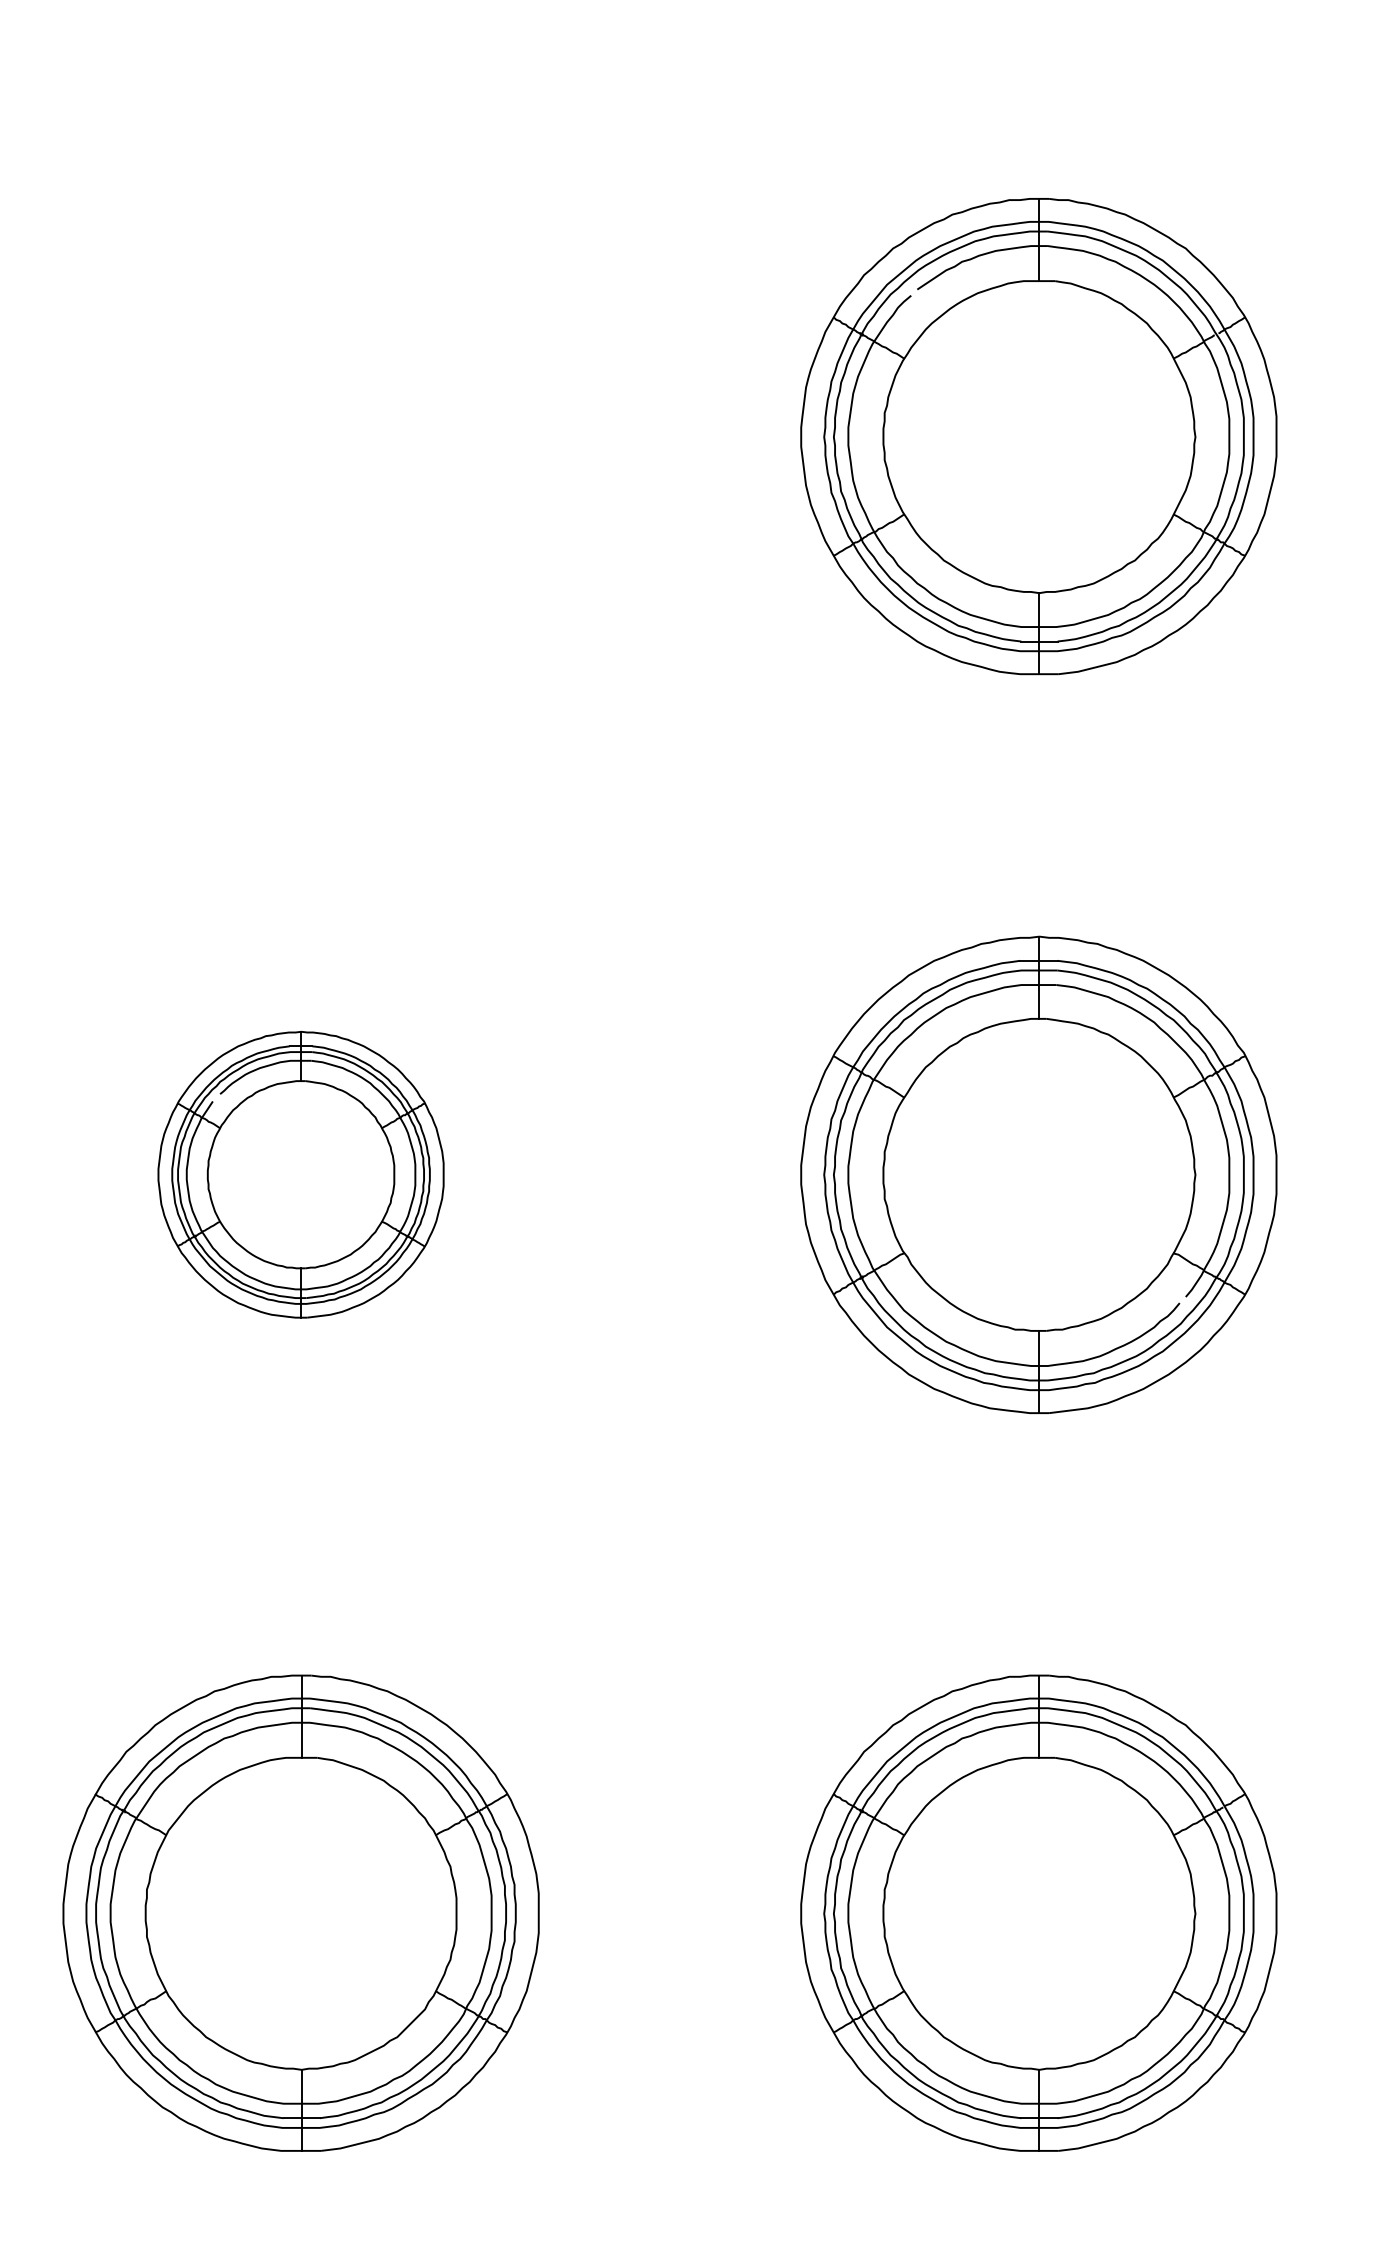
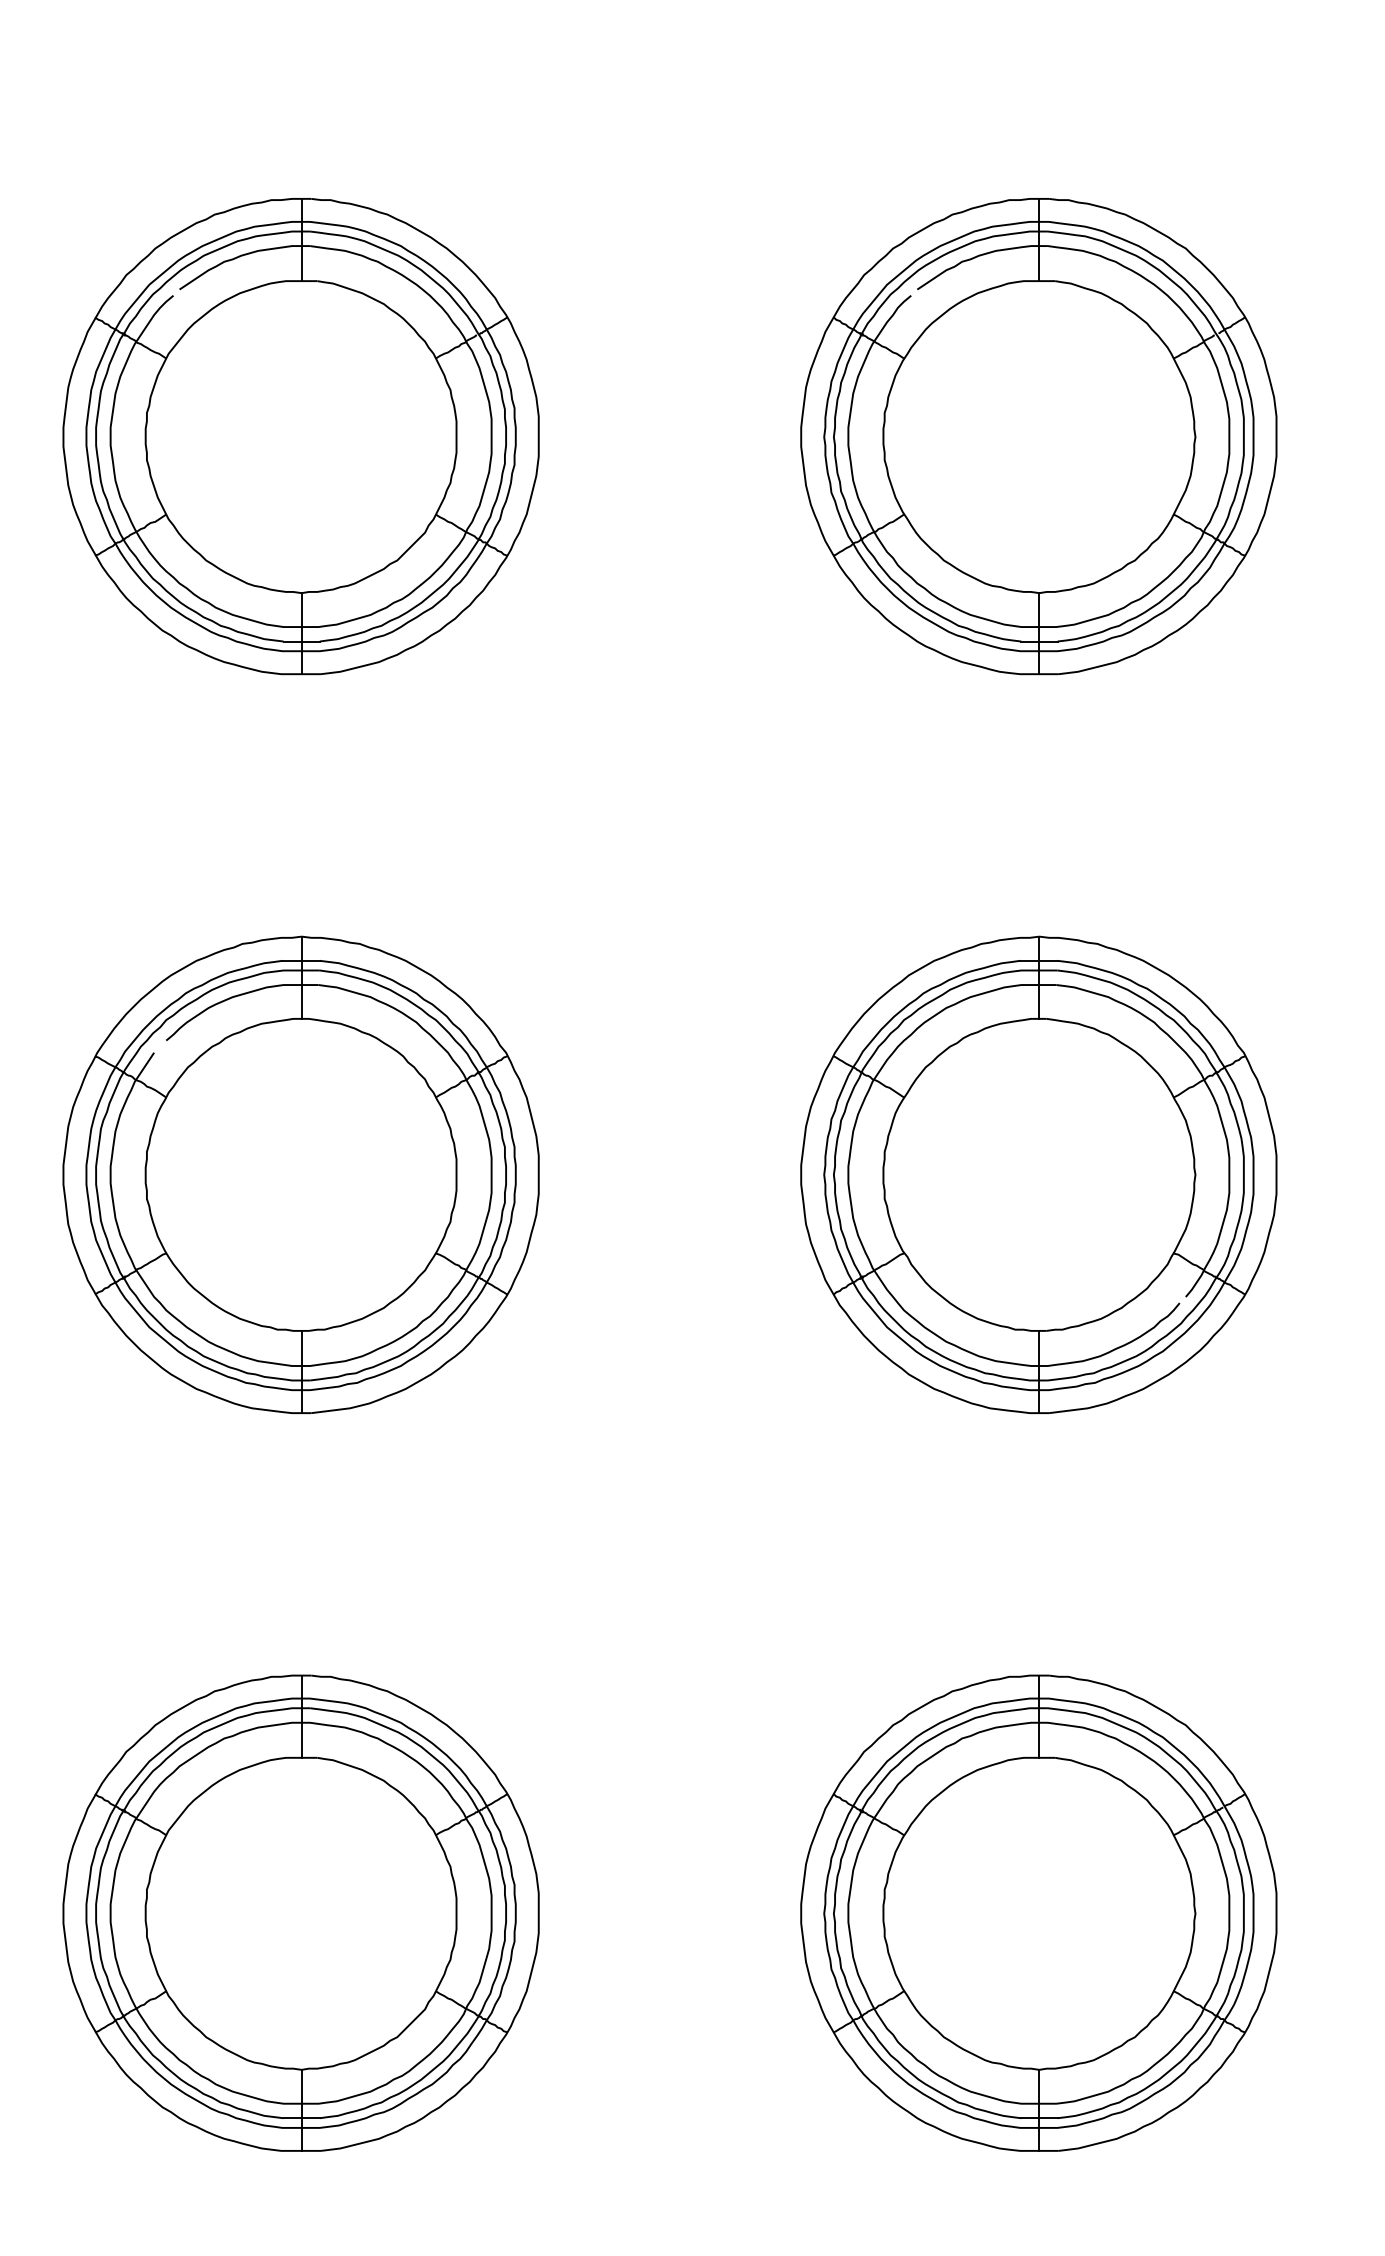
part at (300, 436): none -> present
part at (300, 1174) size: 288x288 px -> 478x479 px
